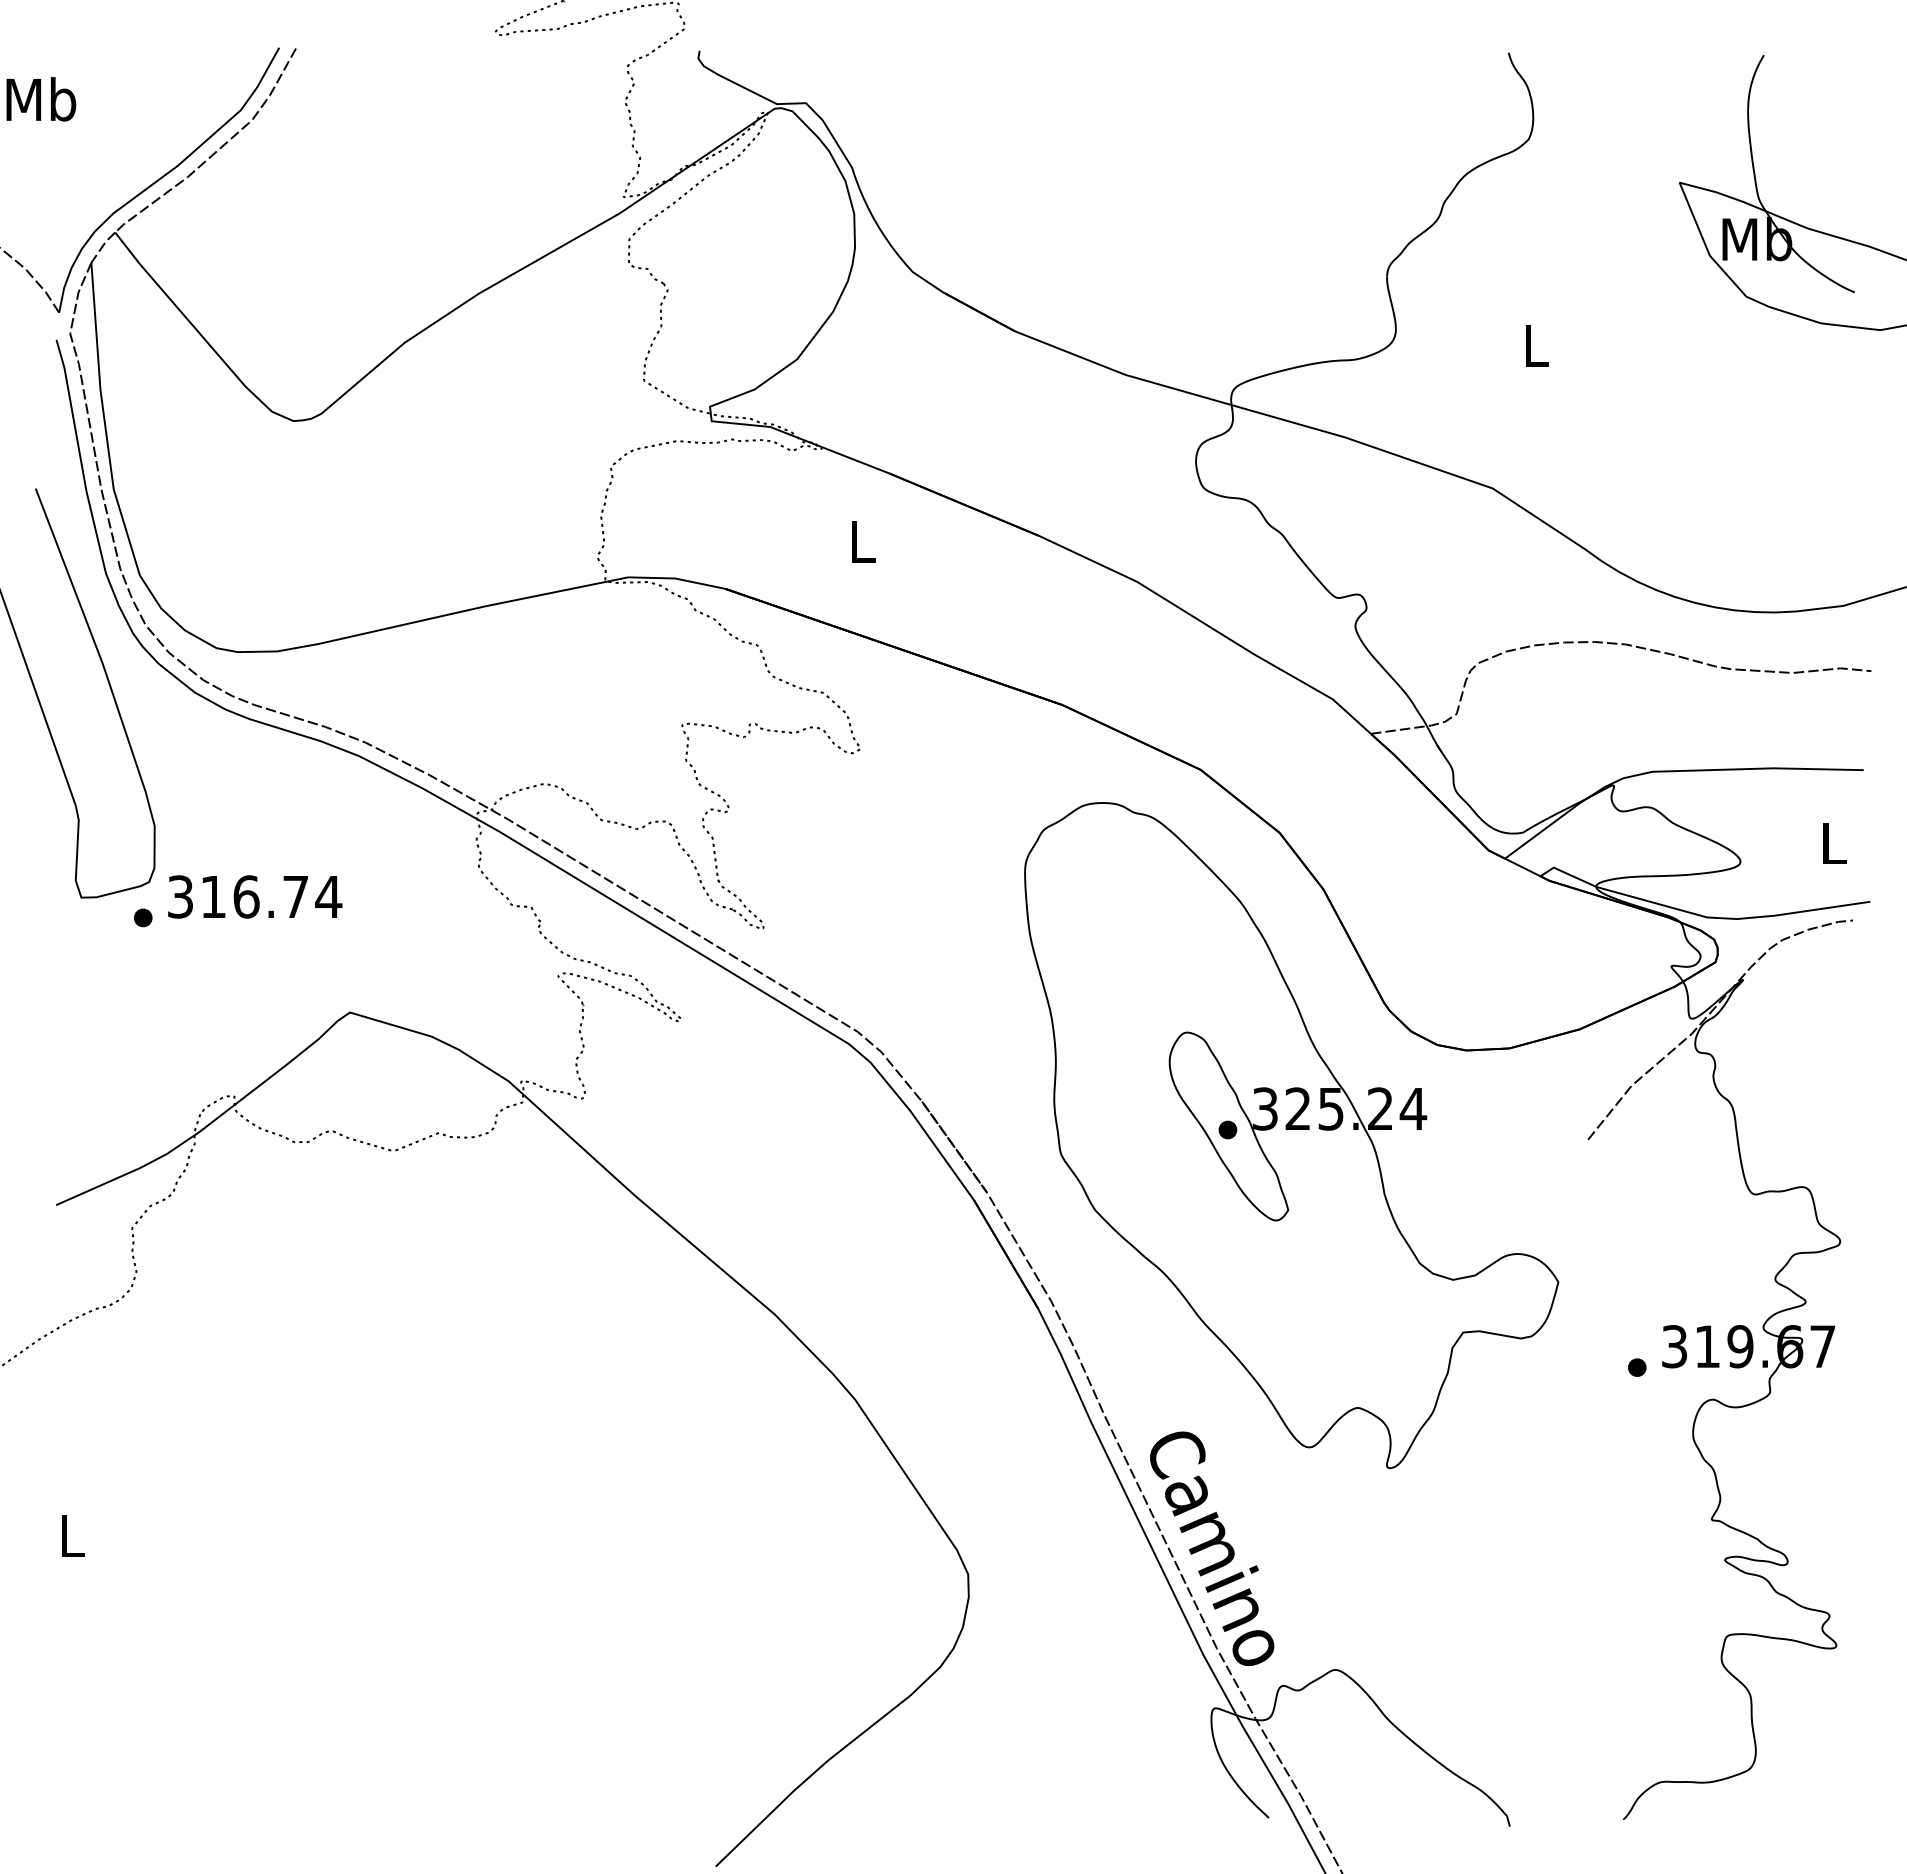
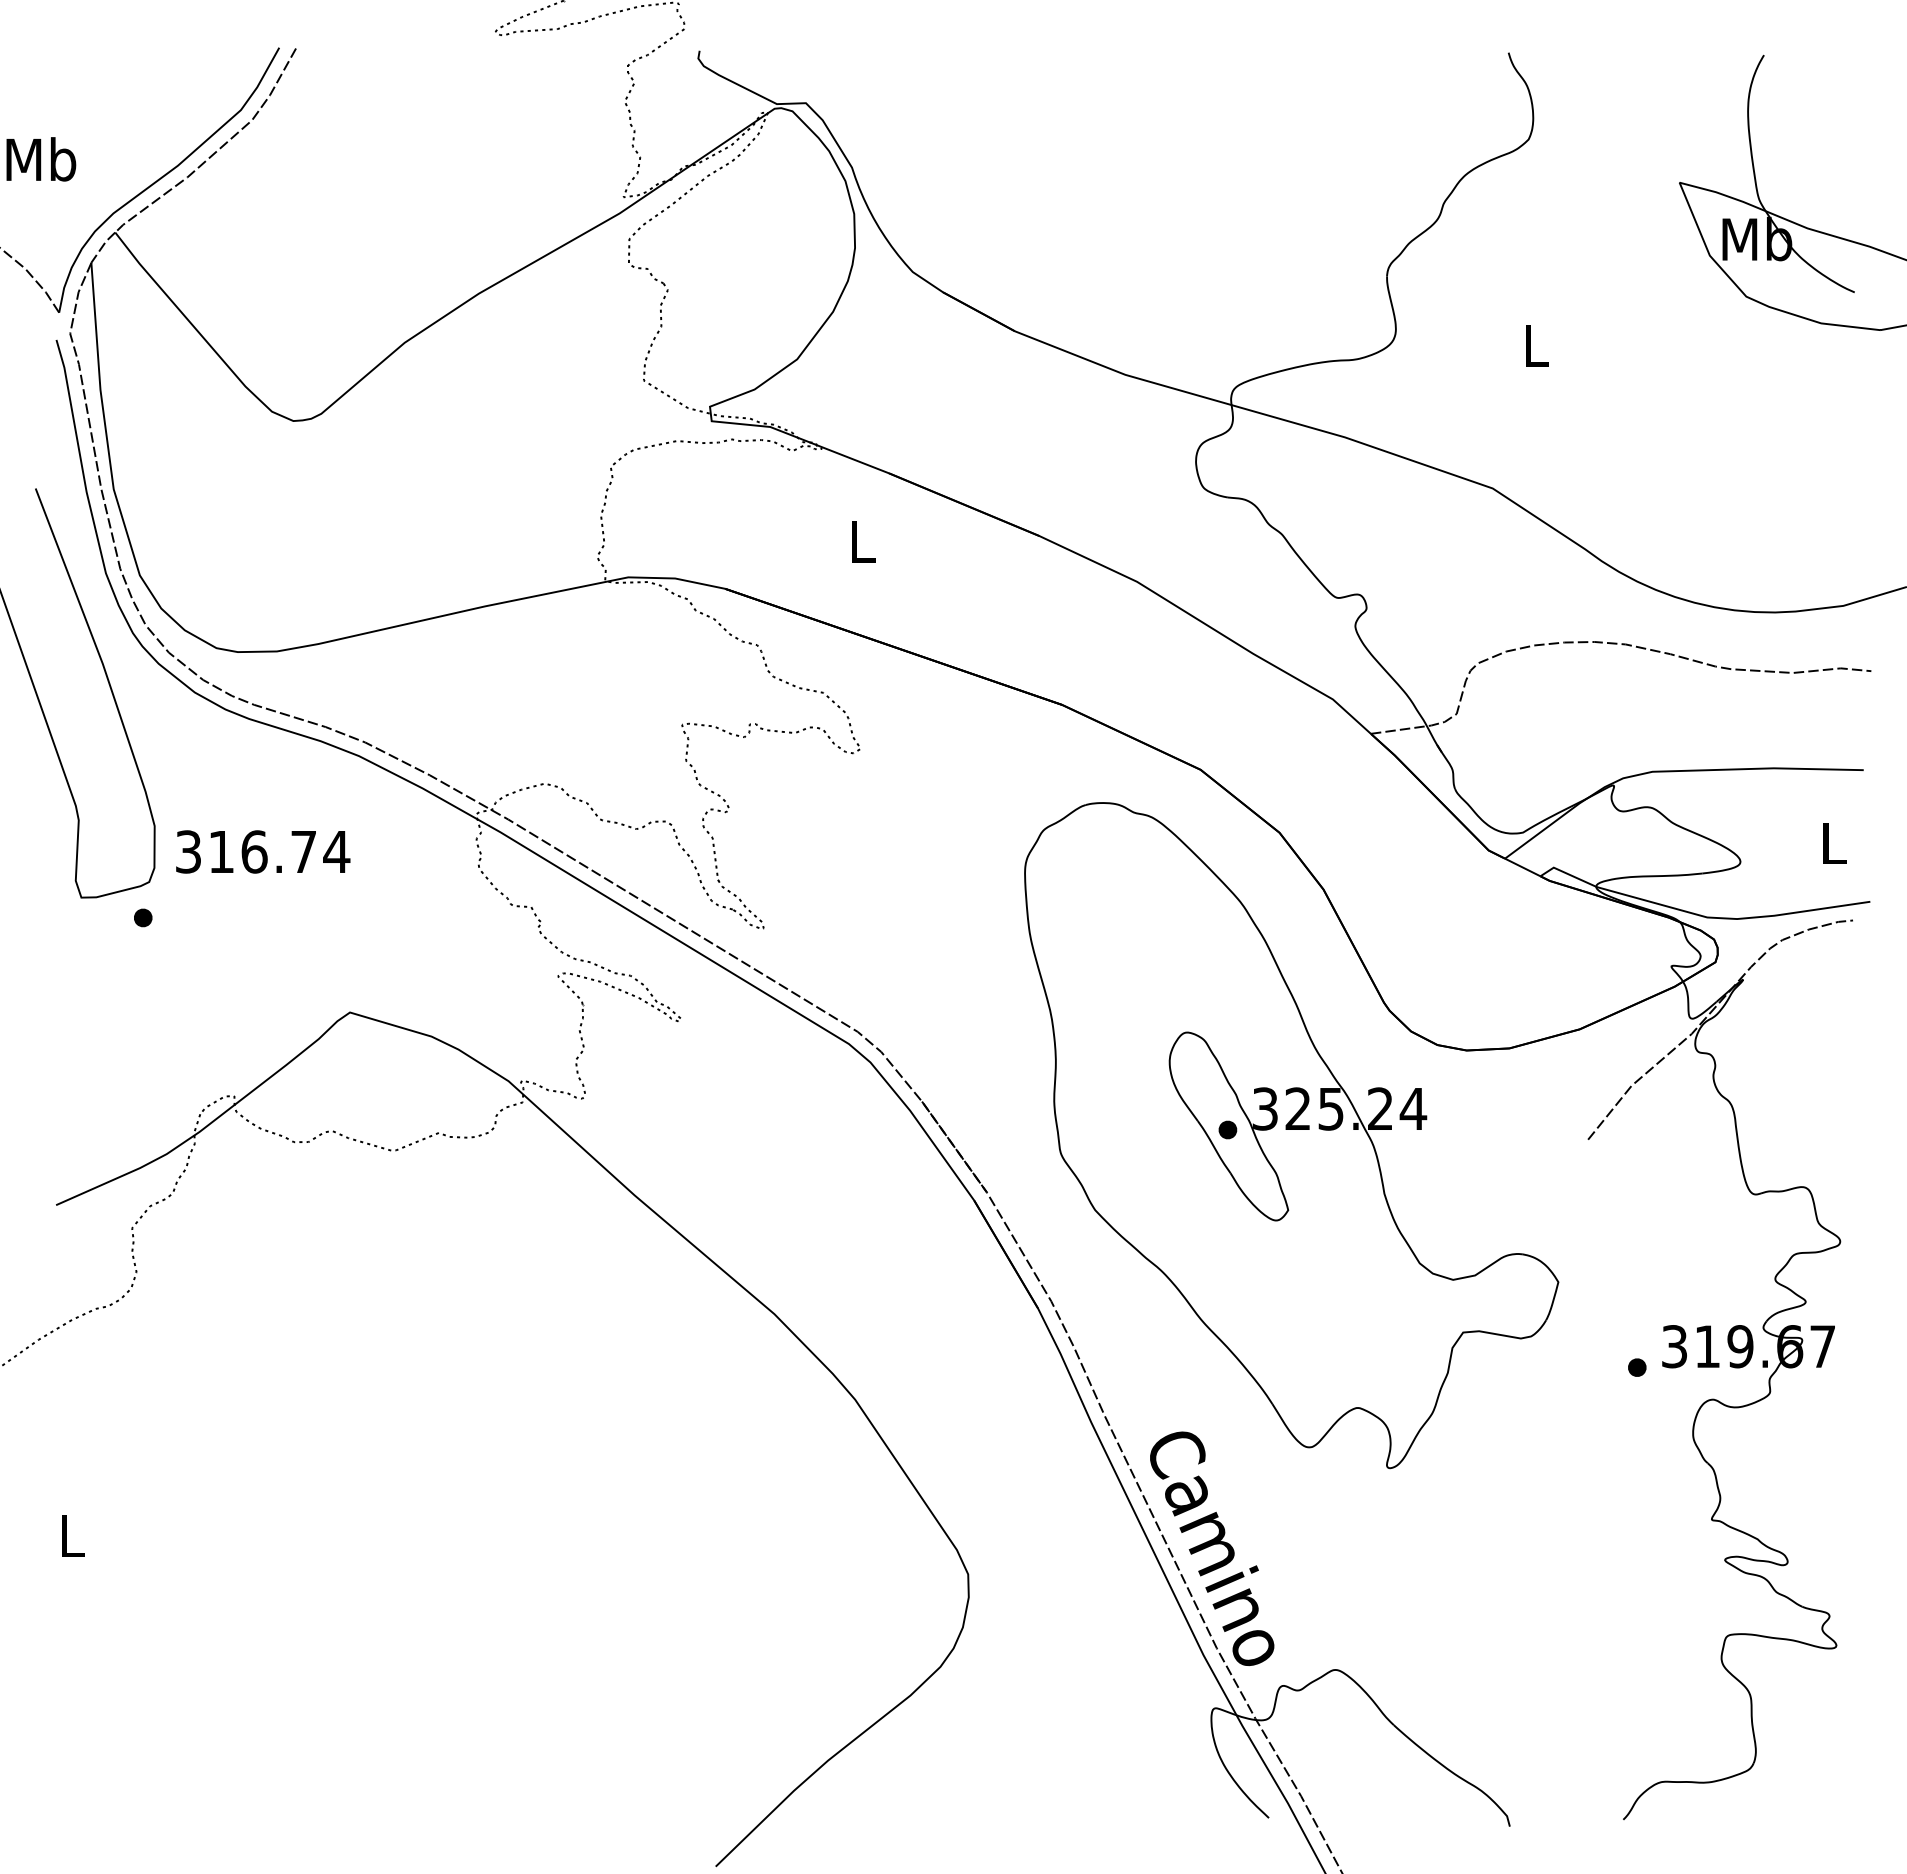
text at (41, 99) position: (41, 99) -> (41, 159)
text at (255, 896) position: (255, 896) -> (263, 851)
